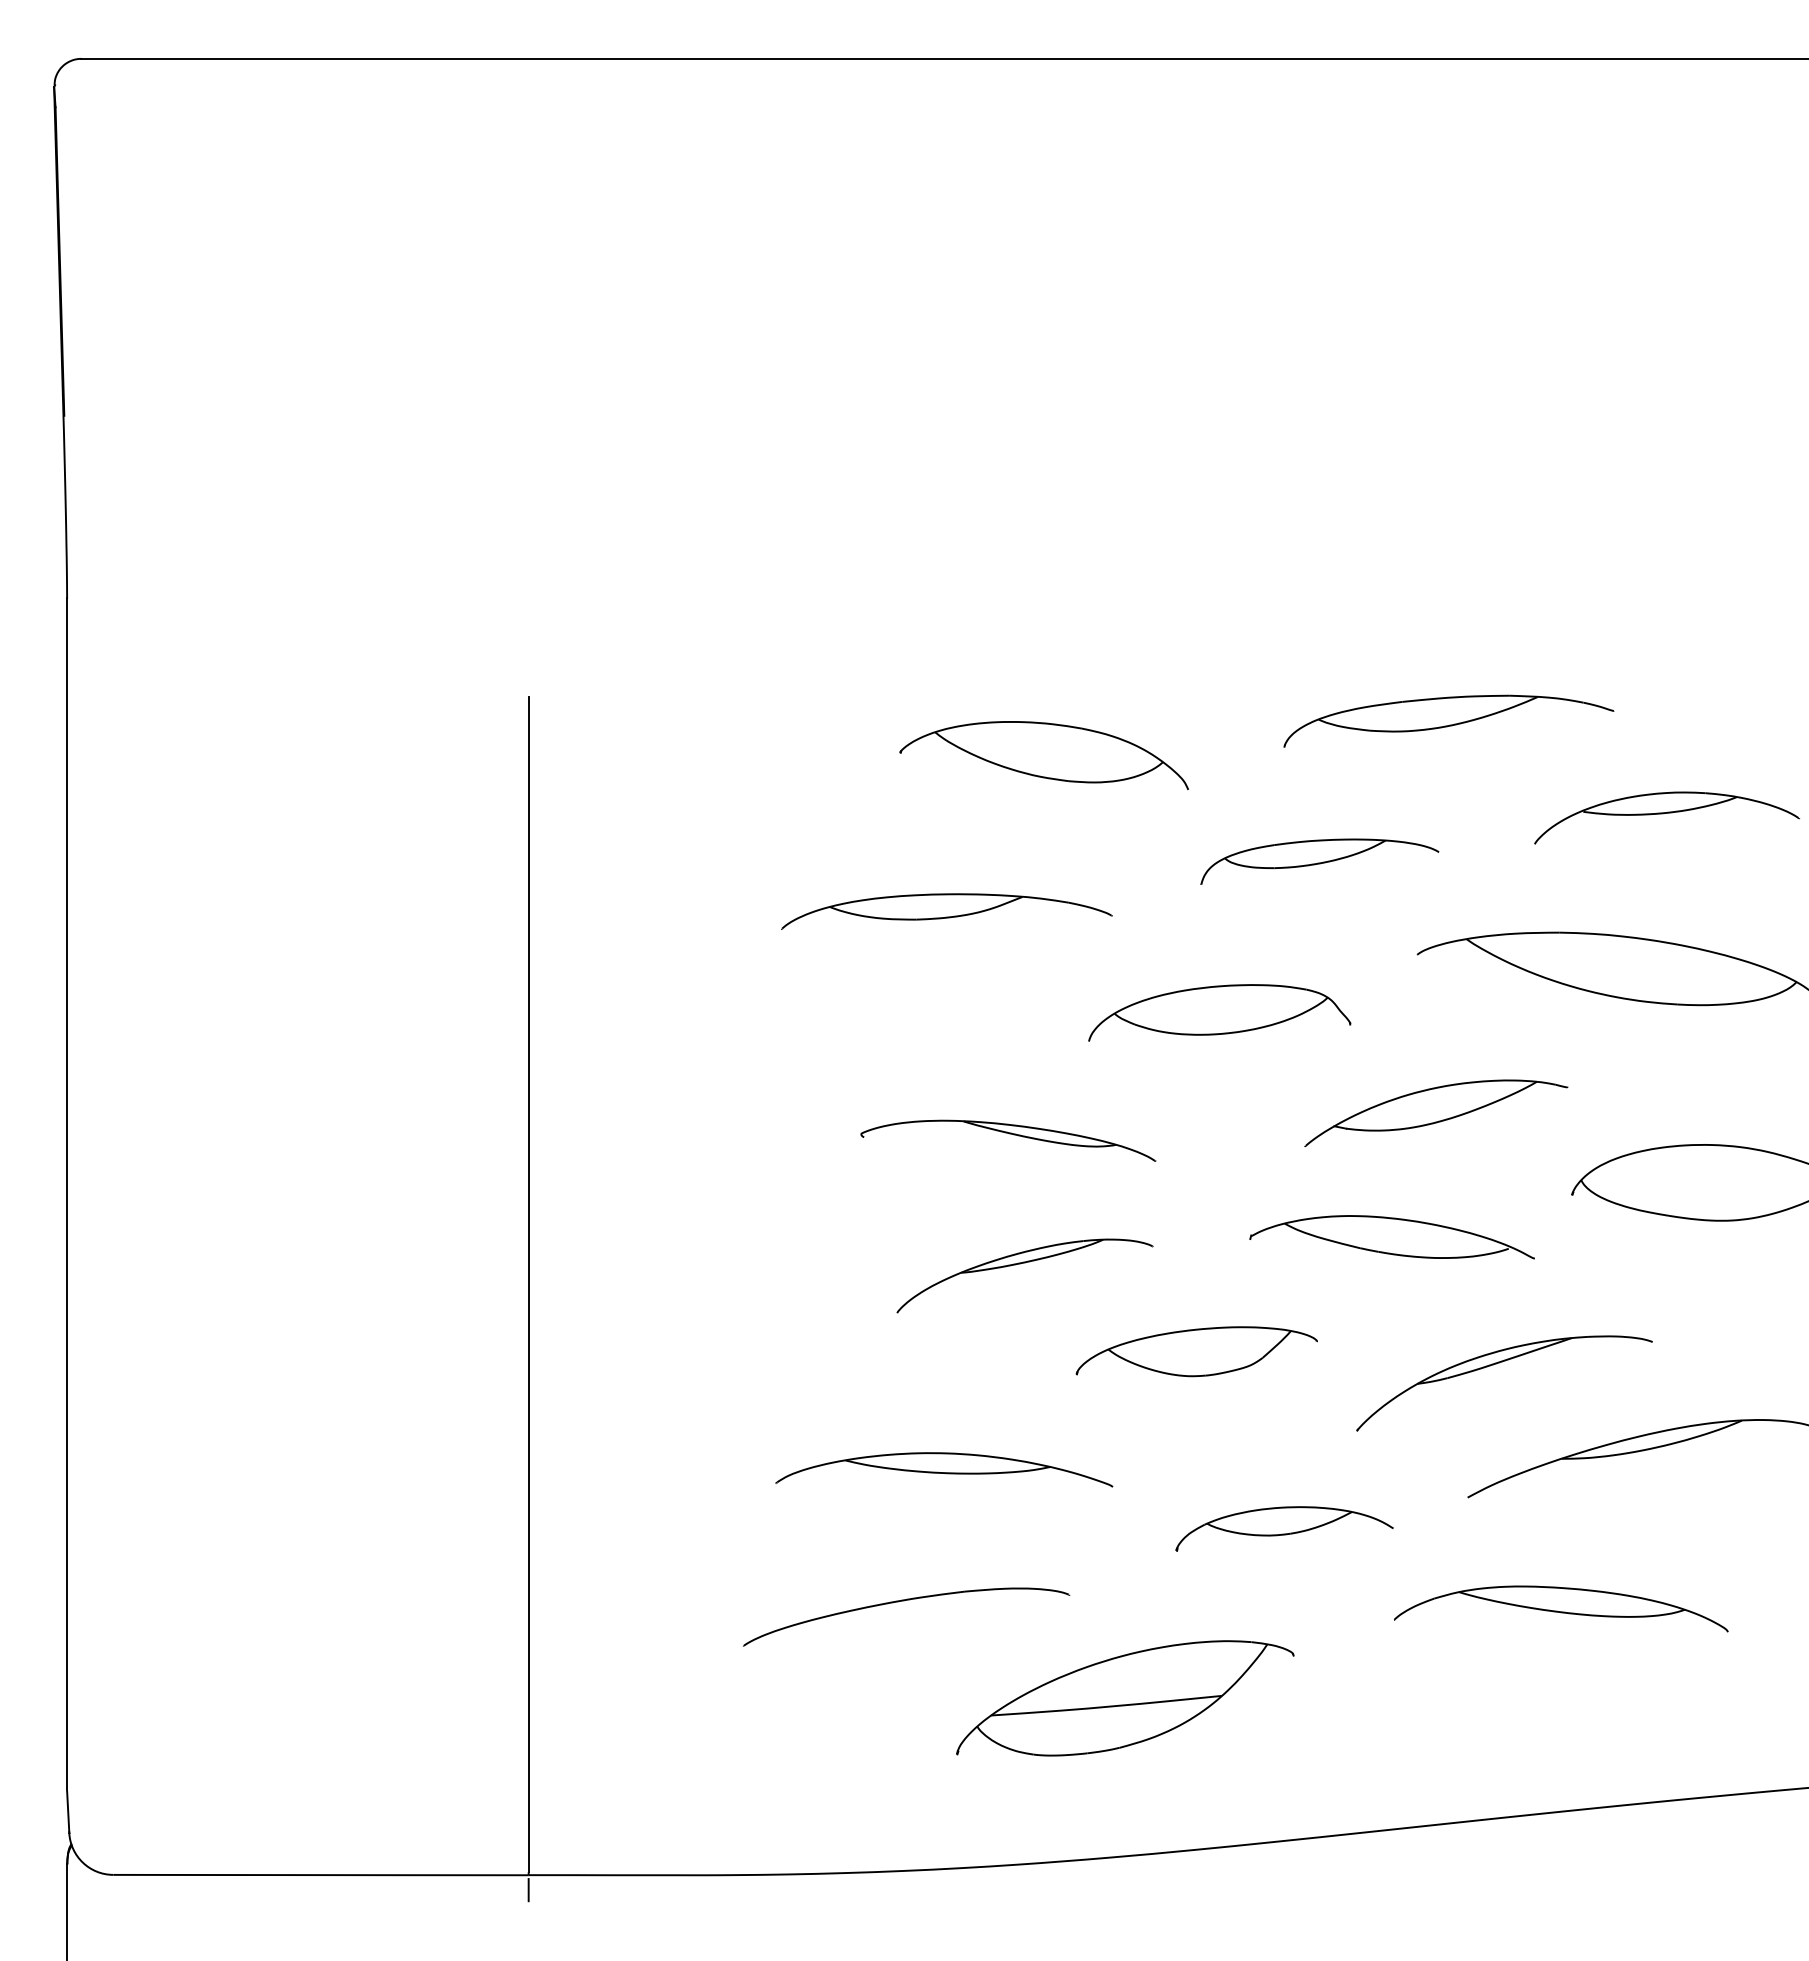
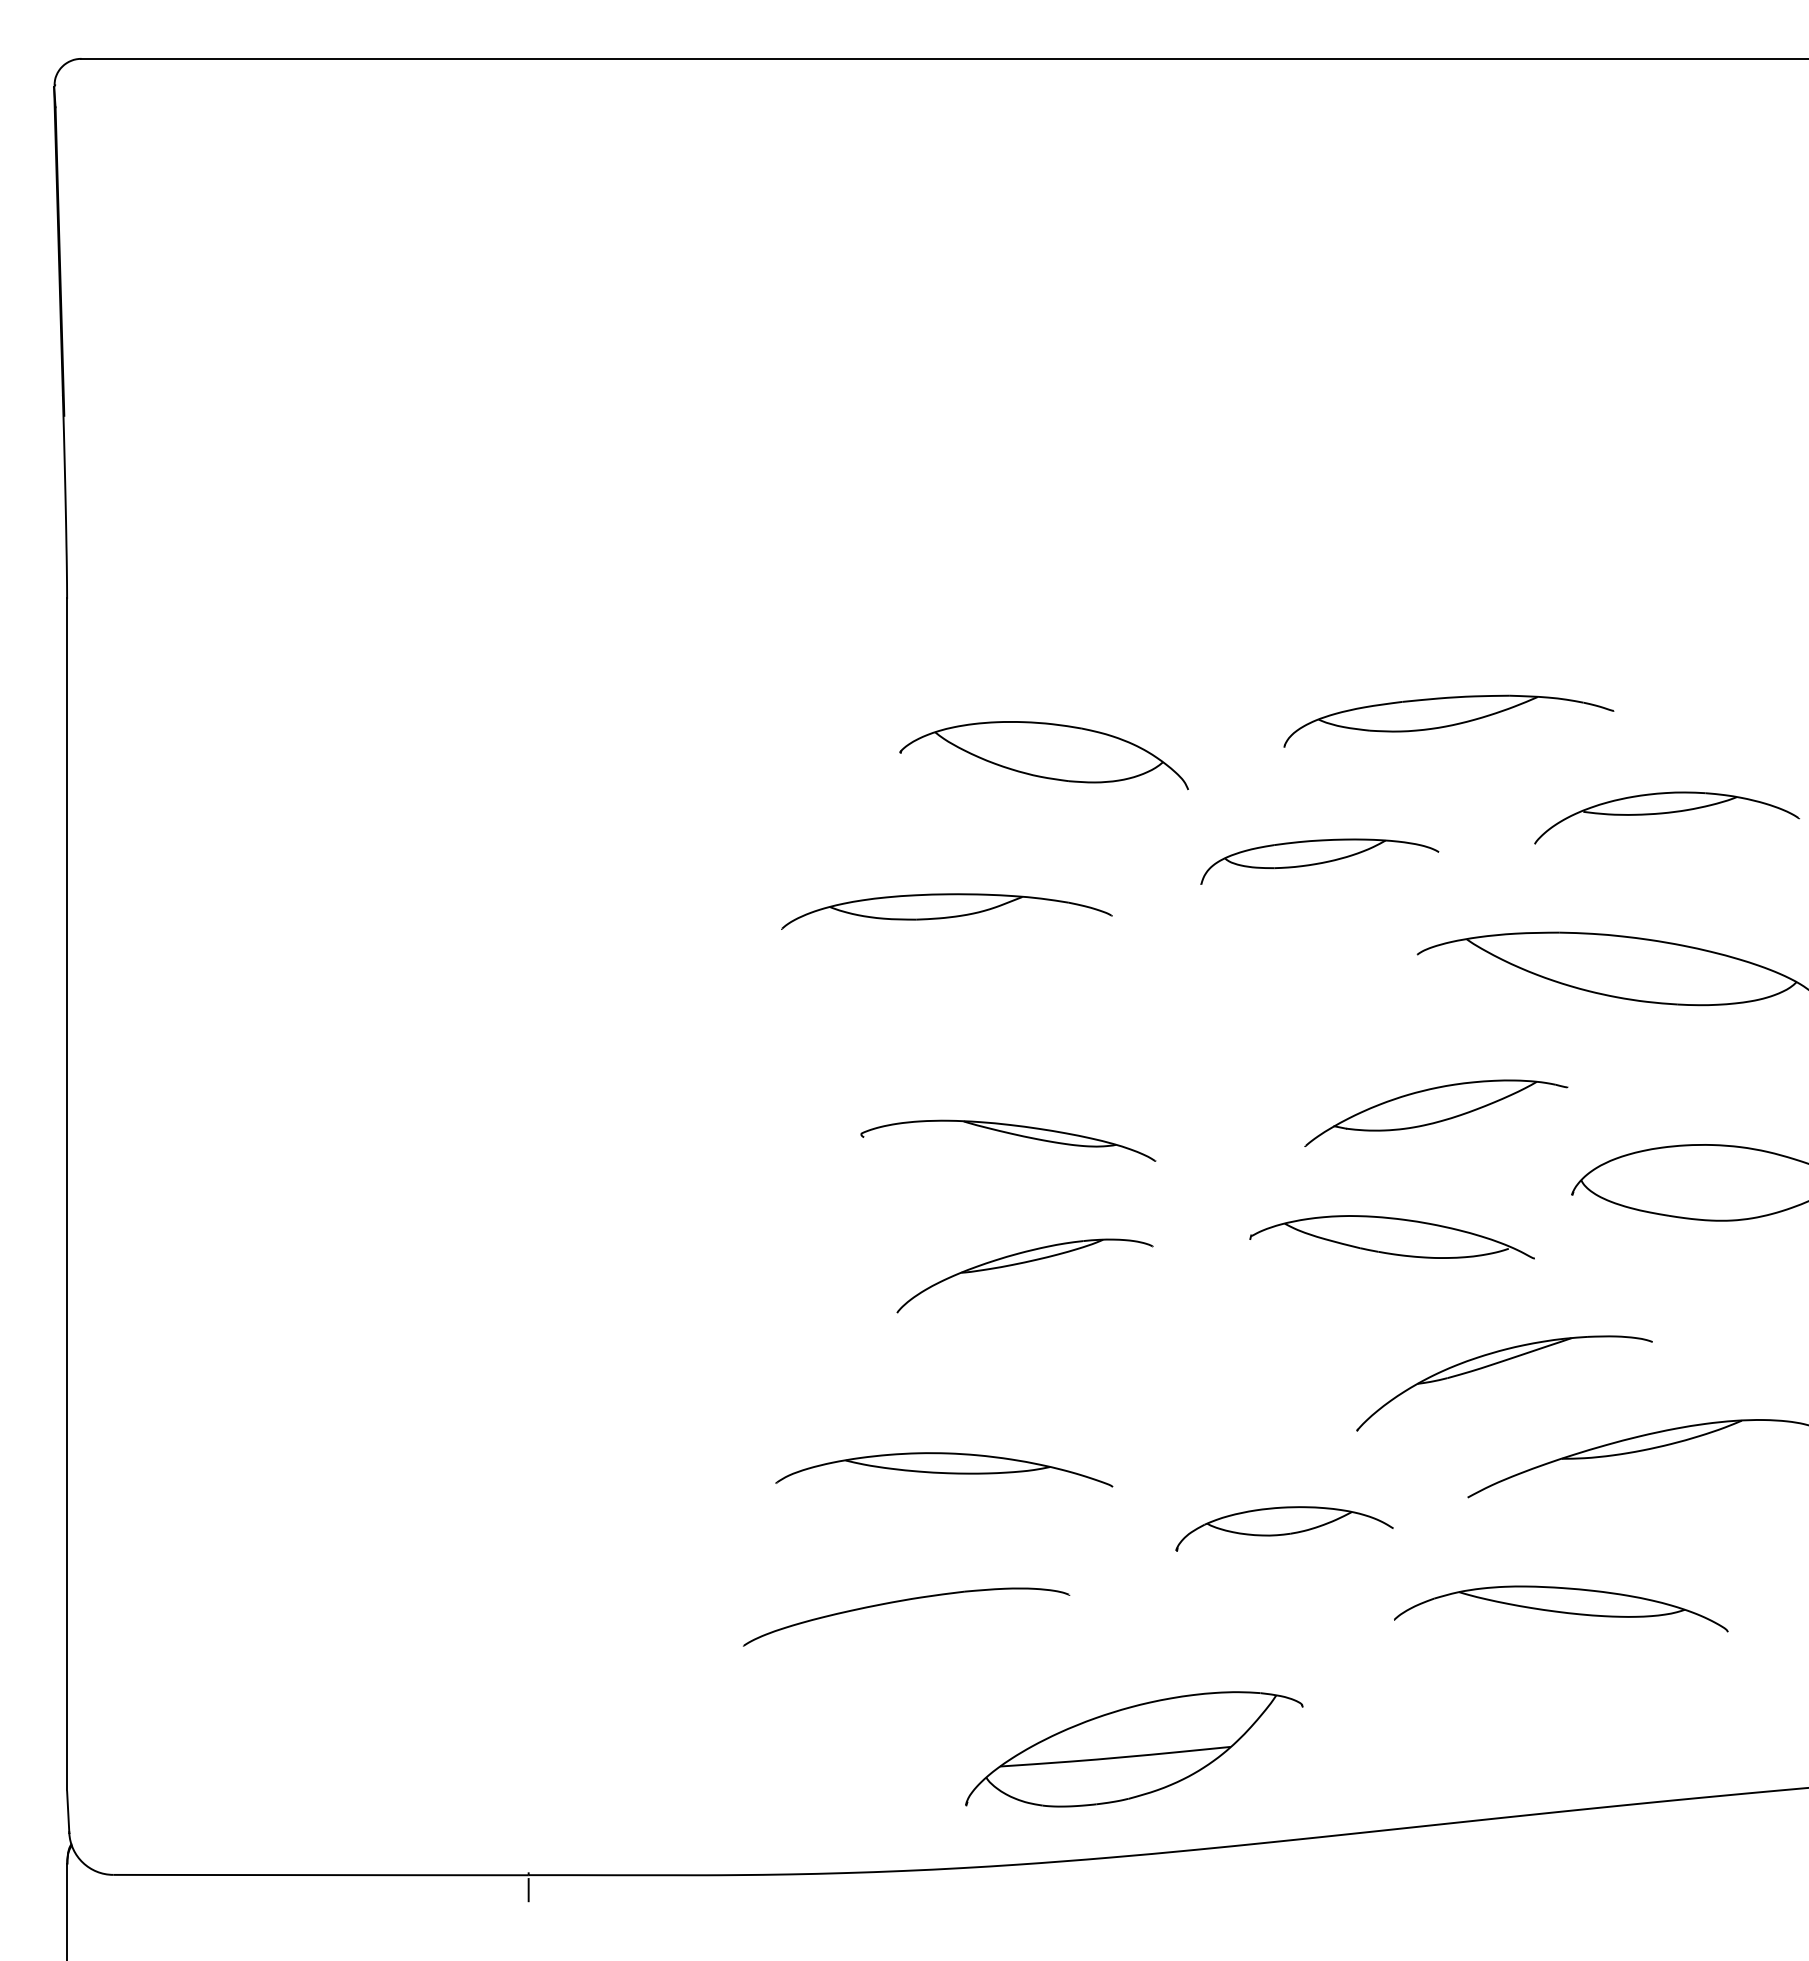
part at (1219, 1012): present -> none
line at (528, 1284): present -> none
part at (1196, 1351): present -> none
part at (1125, 1698) position: (1125, 1698) -> (1134, 1749)
